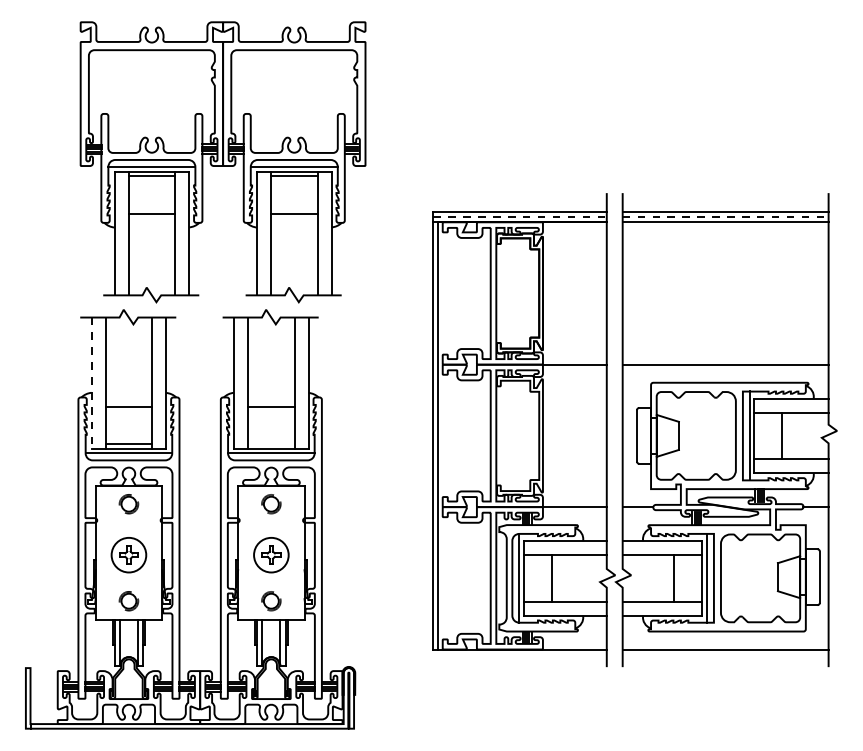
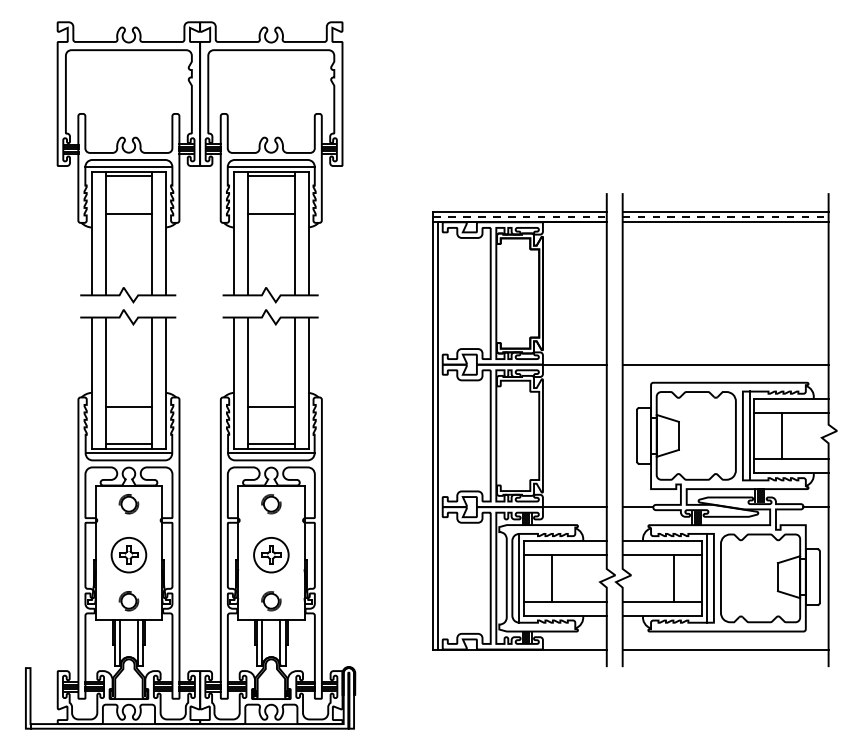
part at (222, 162) position: (222, 162) -> (199, 162)
line at (91, 383): dashed -> solid
line at (270, 444): none -> present
